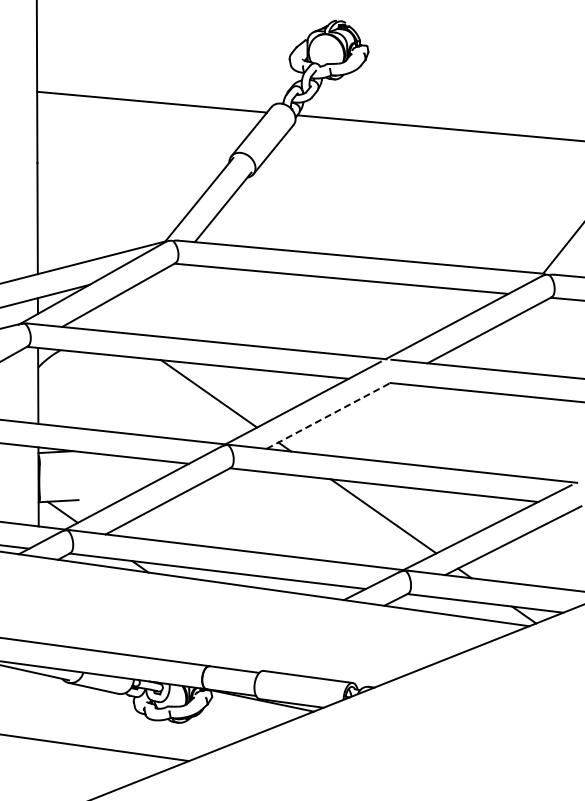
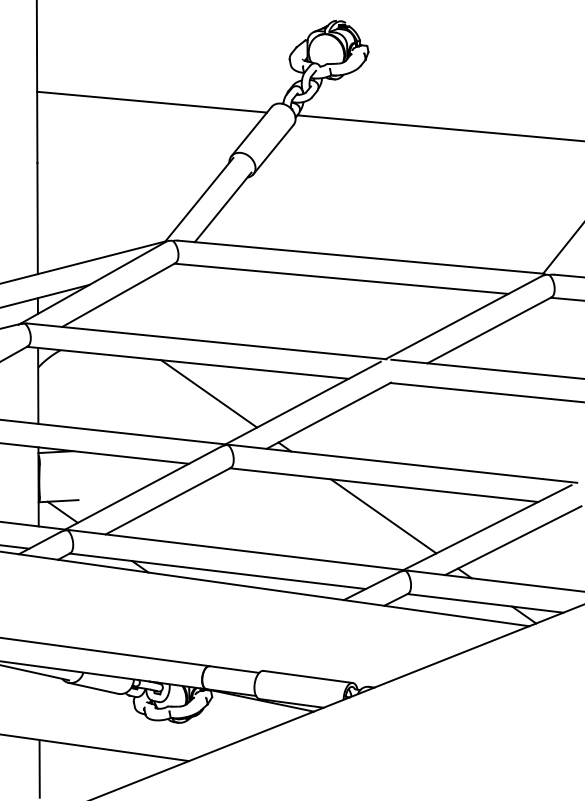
line at (328, 415): dashed -> solid
line at (39, 768): none -> present
